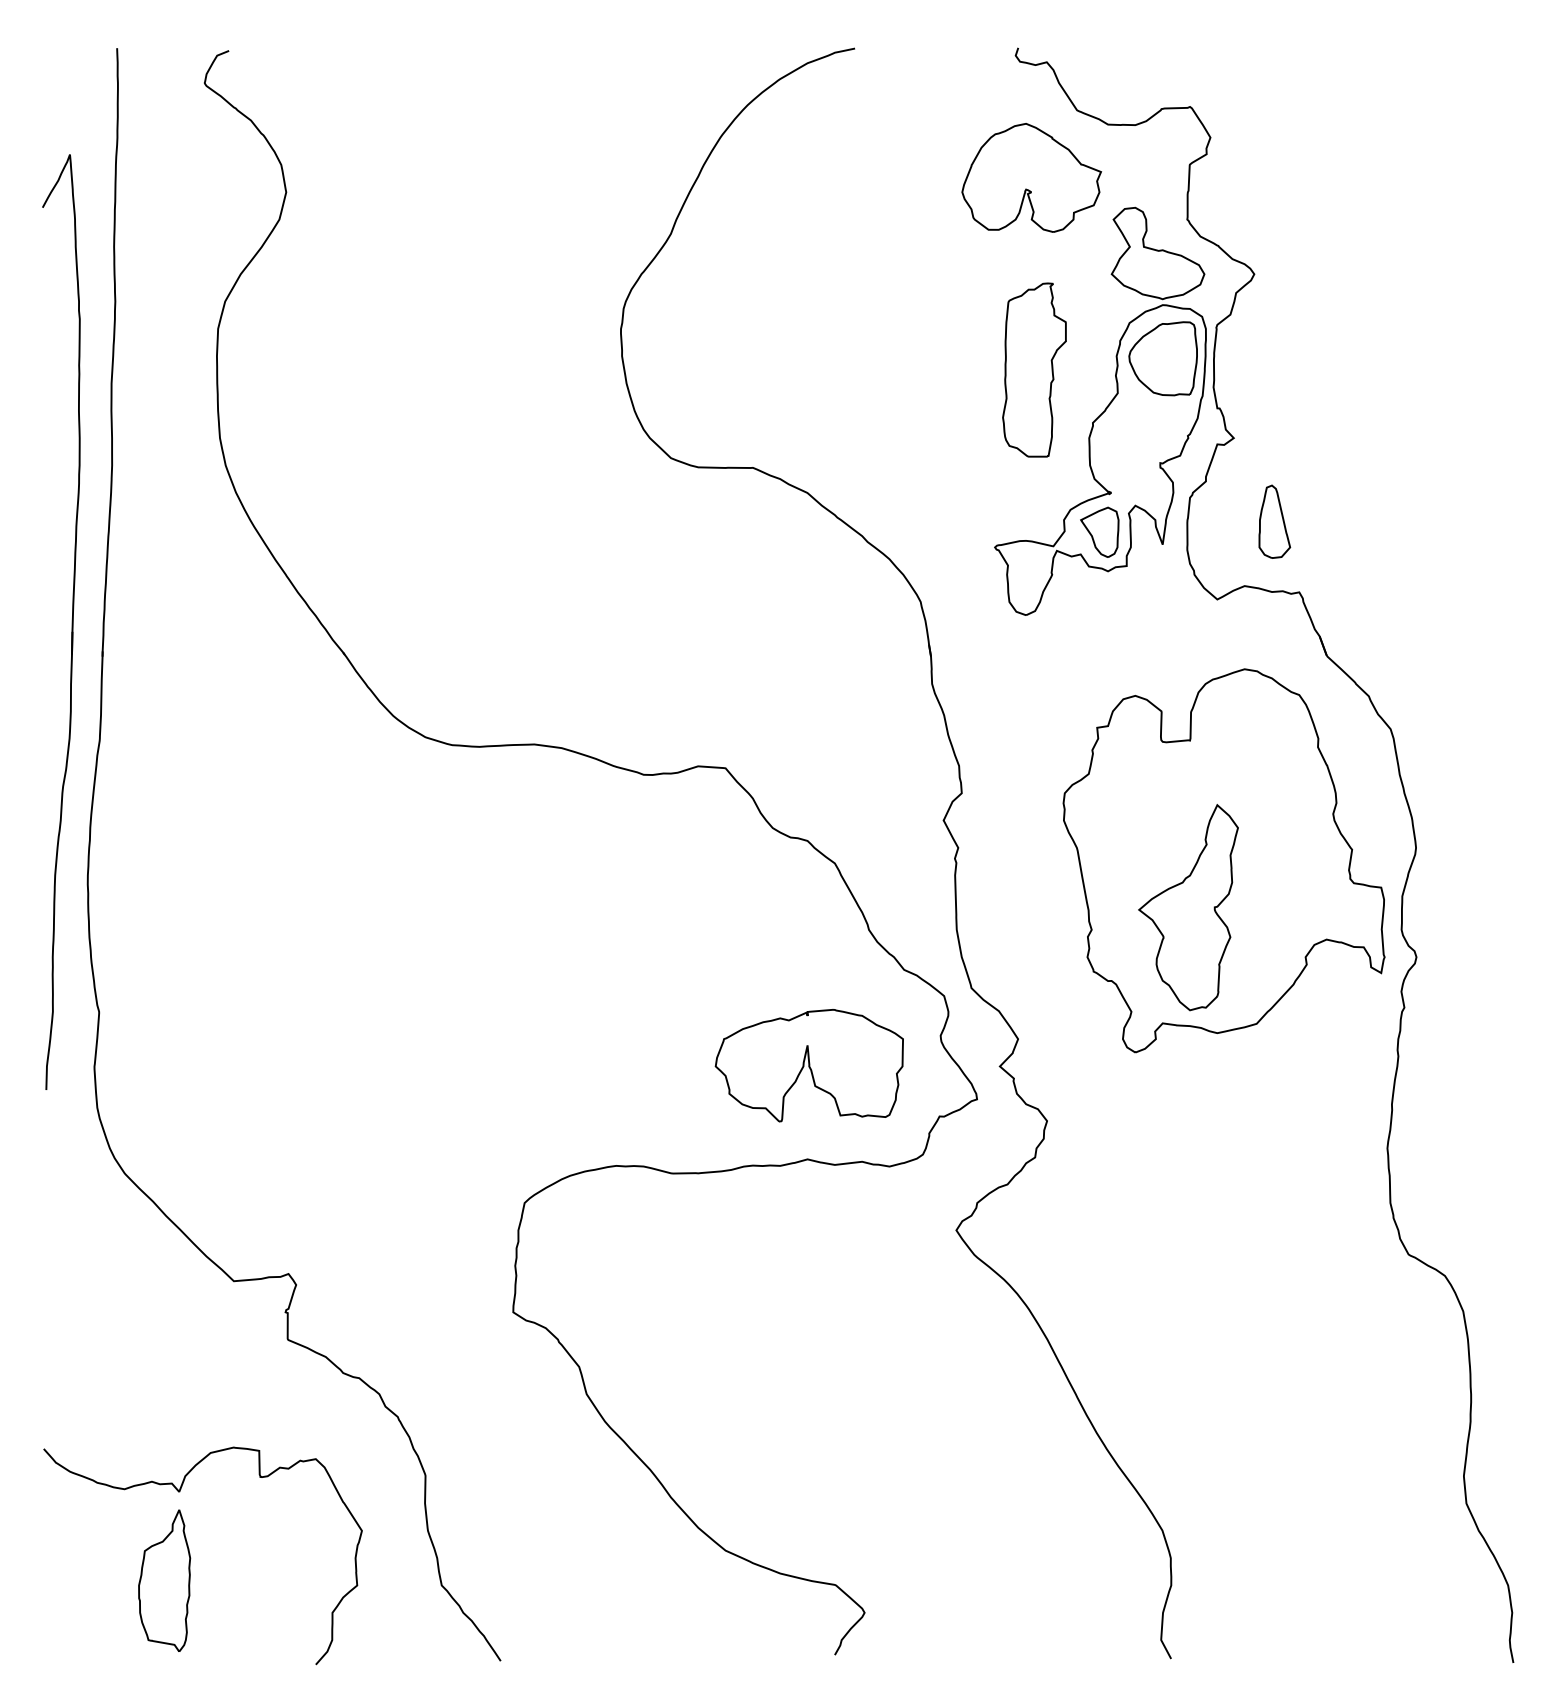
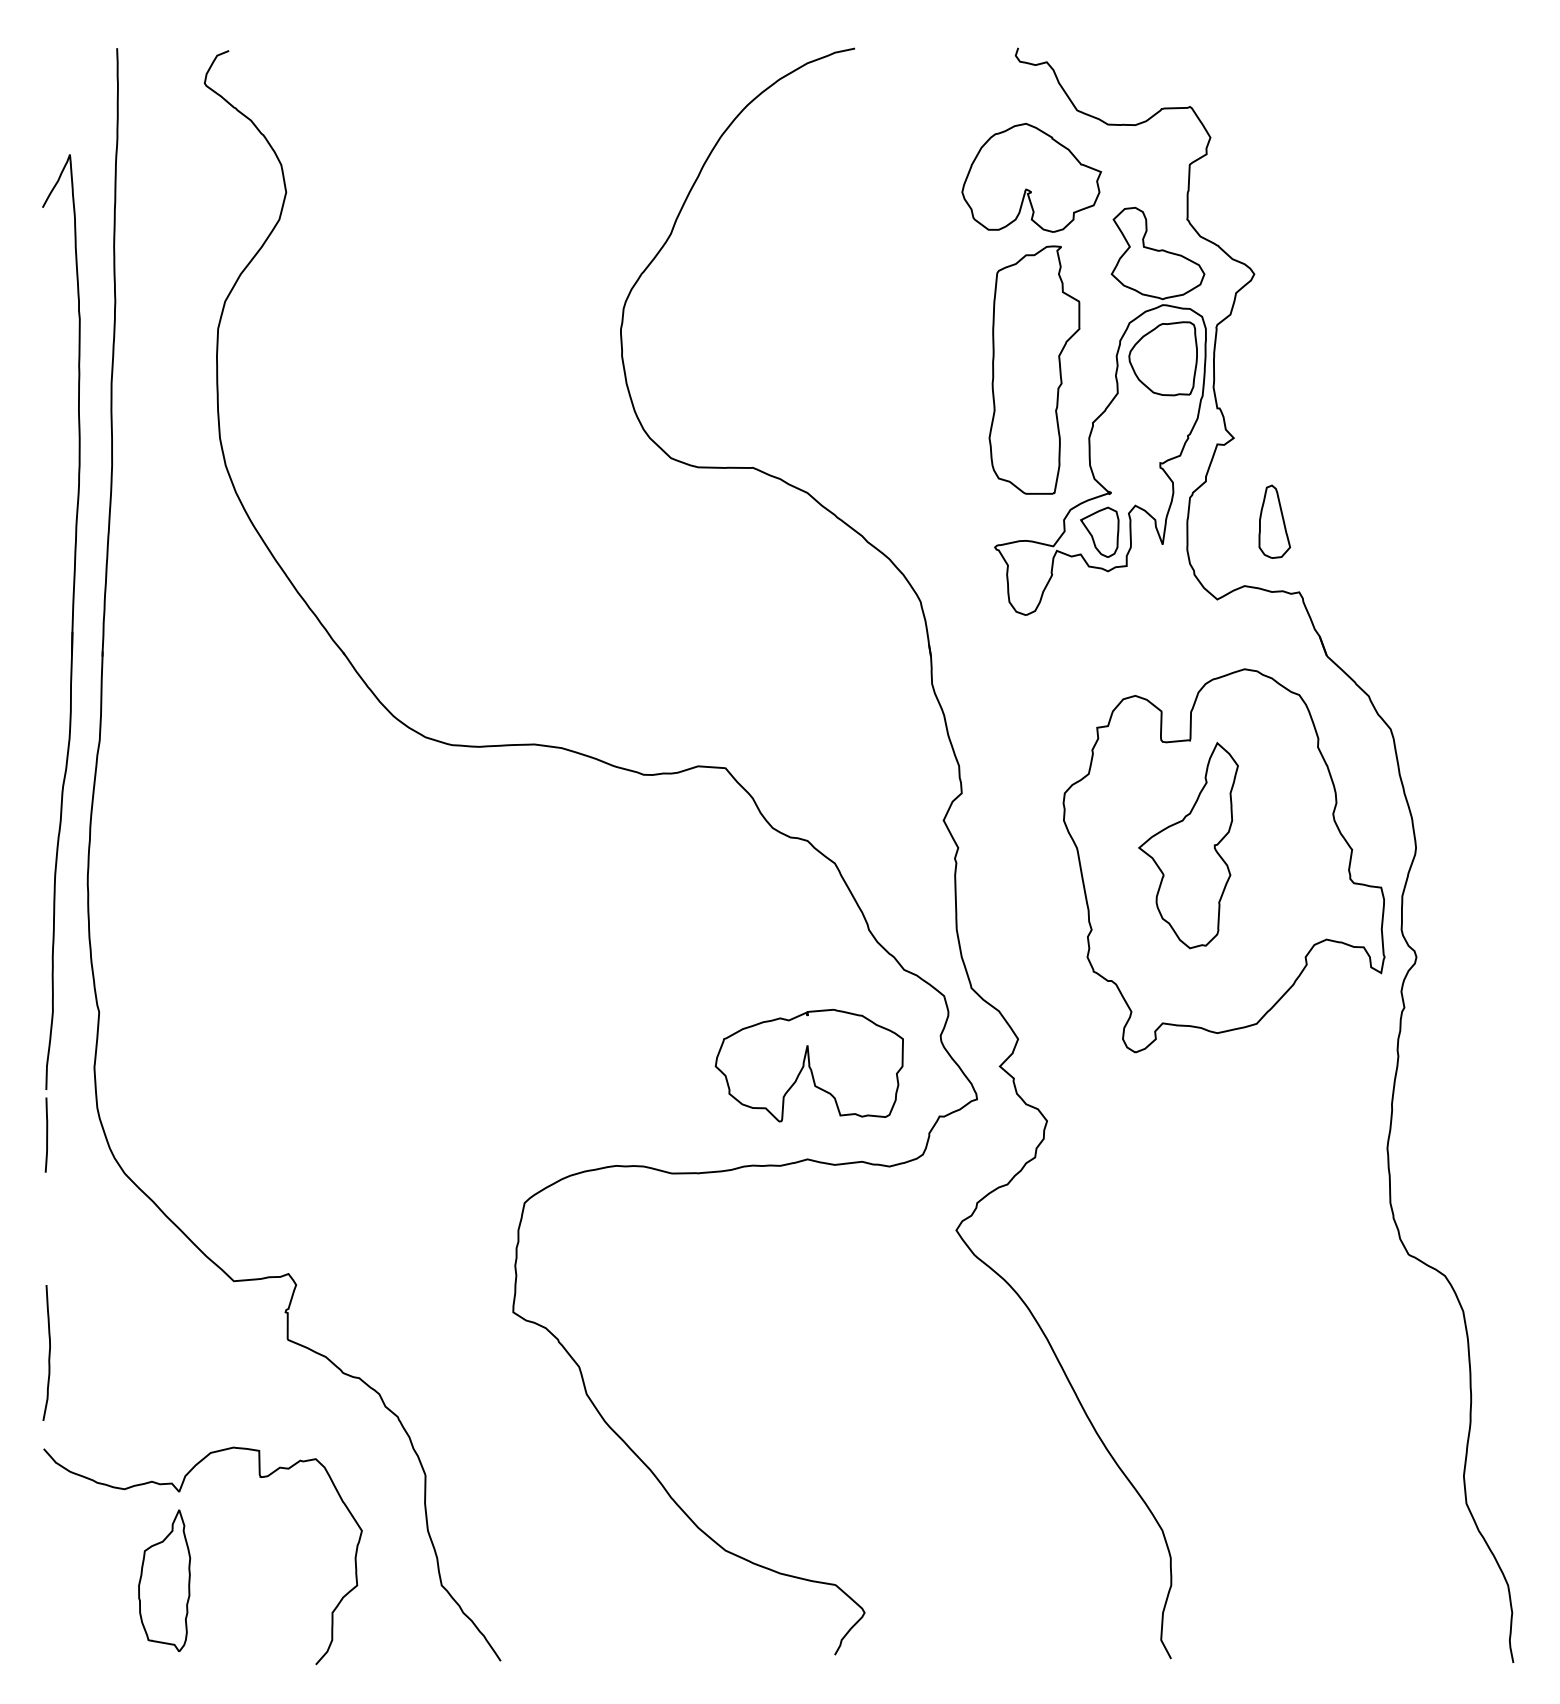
part at (1034, 369) size: 65x176 px -> 93x250 px
part at (1188, 907) position: (1188, 907) -> (1188, 845)
curve at (46, 1134): none -> present
curve at (48, 1352): none -> present
